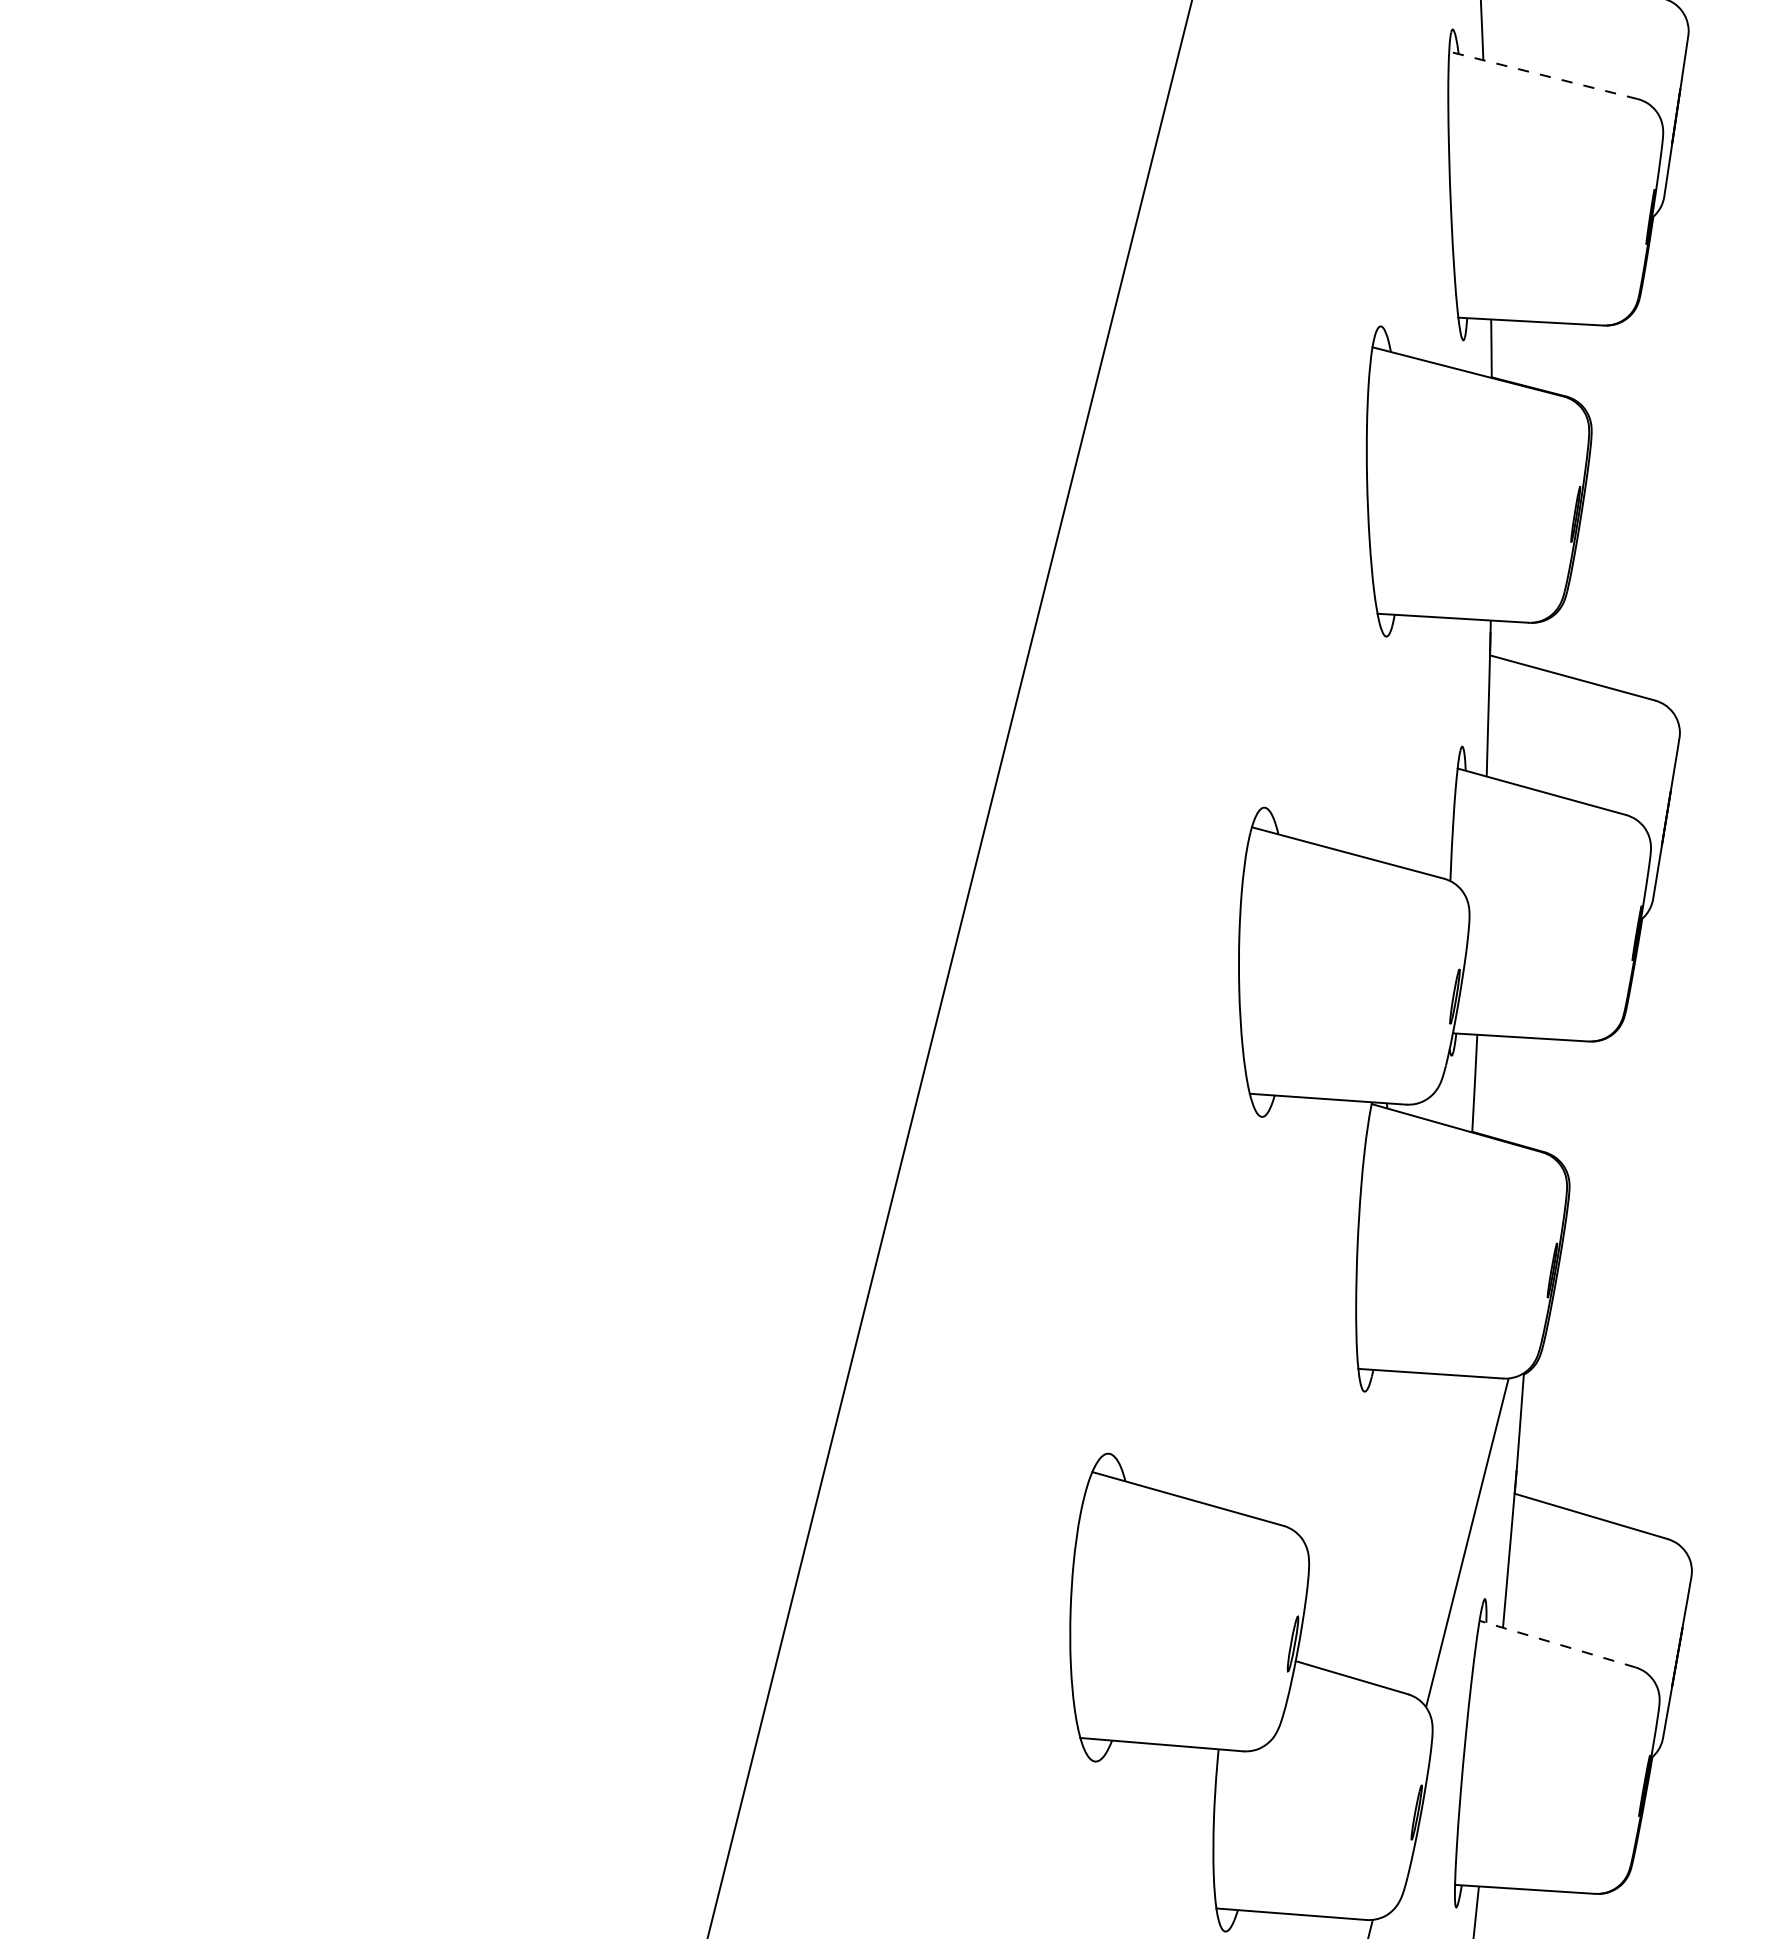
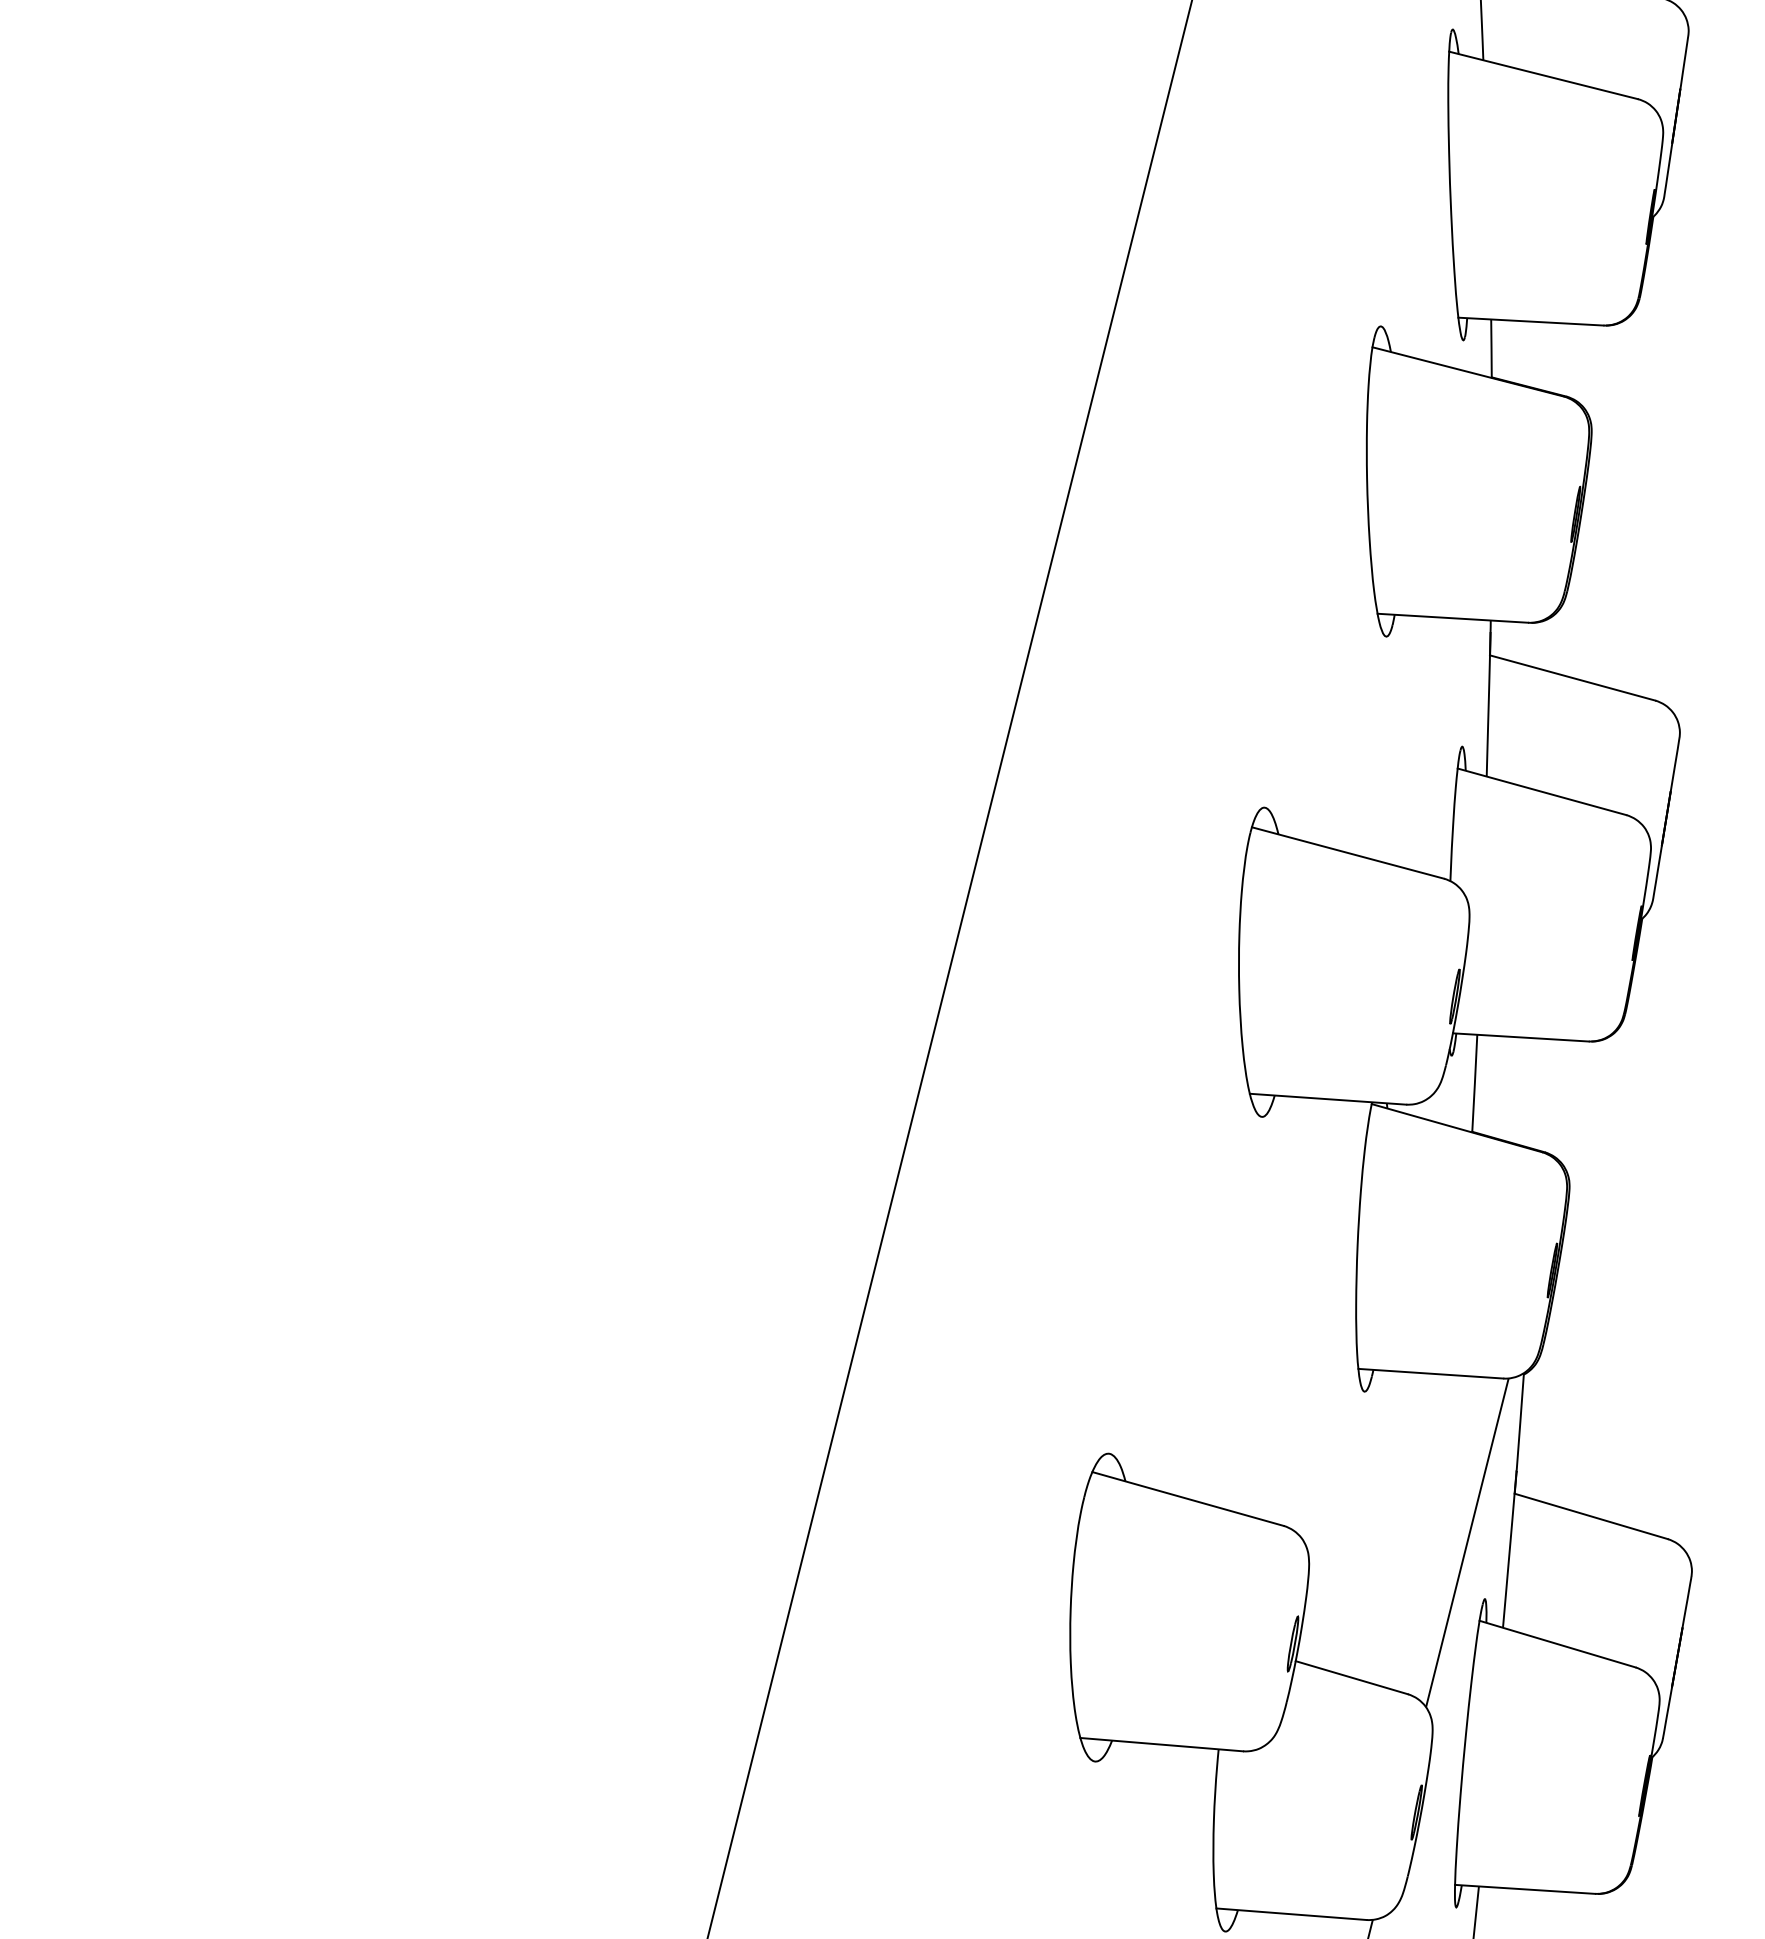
line at (1542, 75): dashed -> solid
line at (1557, 1643): dashed -> solid
